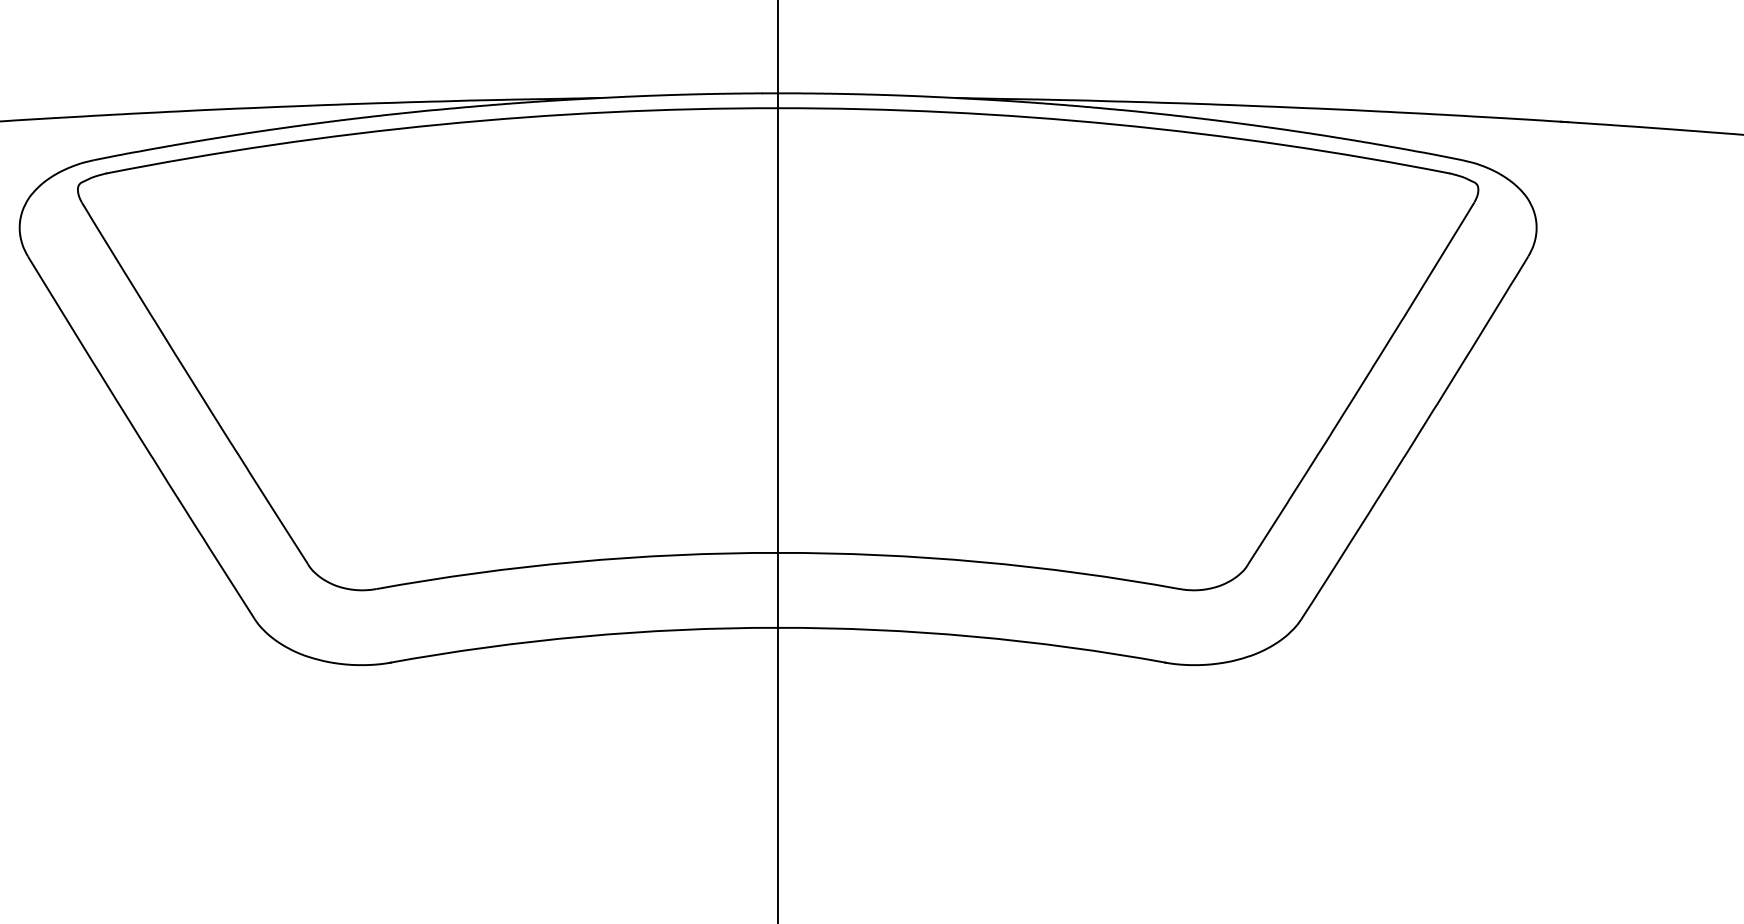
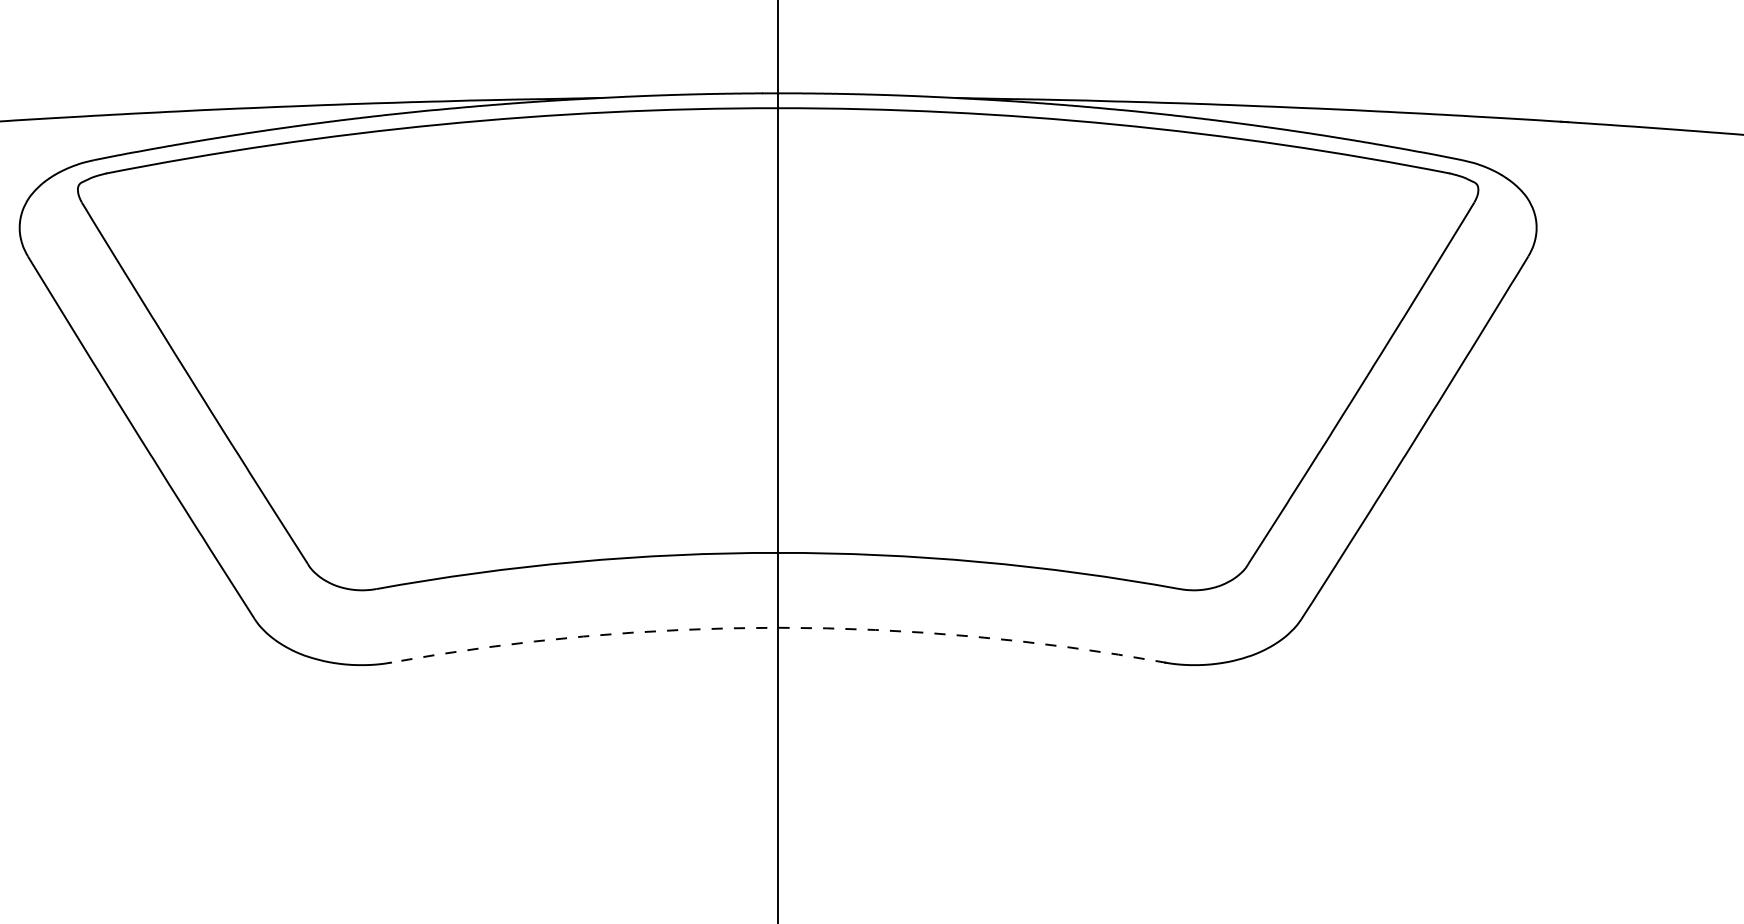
arc at (778, 627): solid -> dashed
